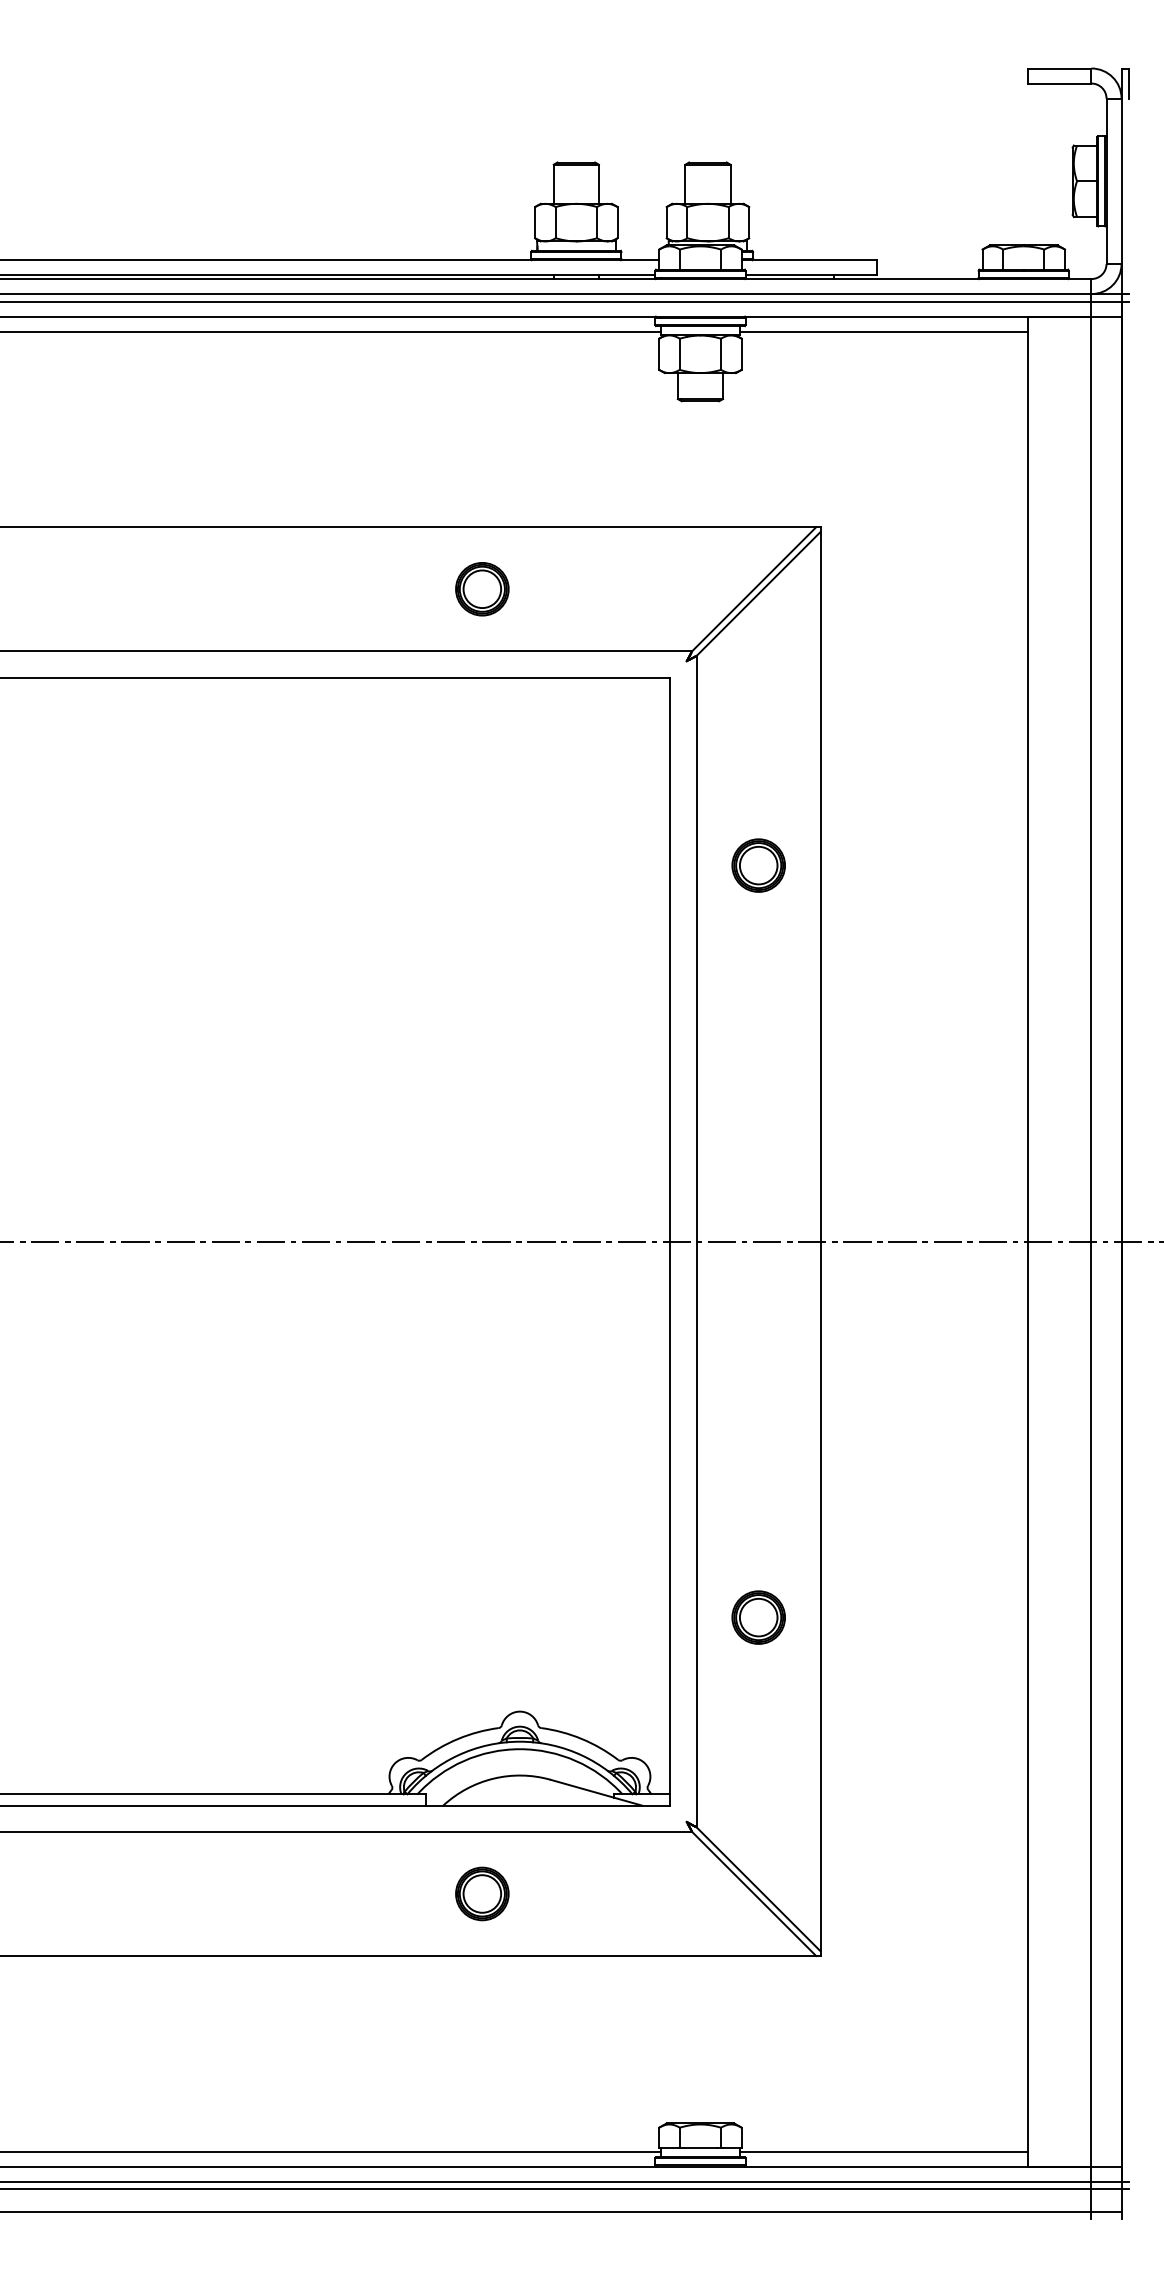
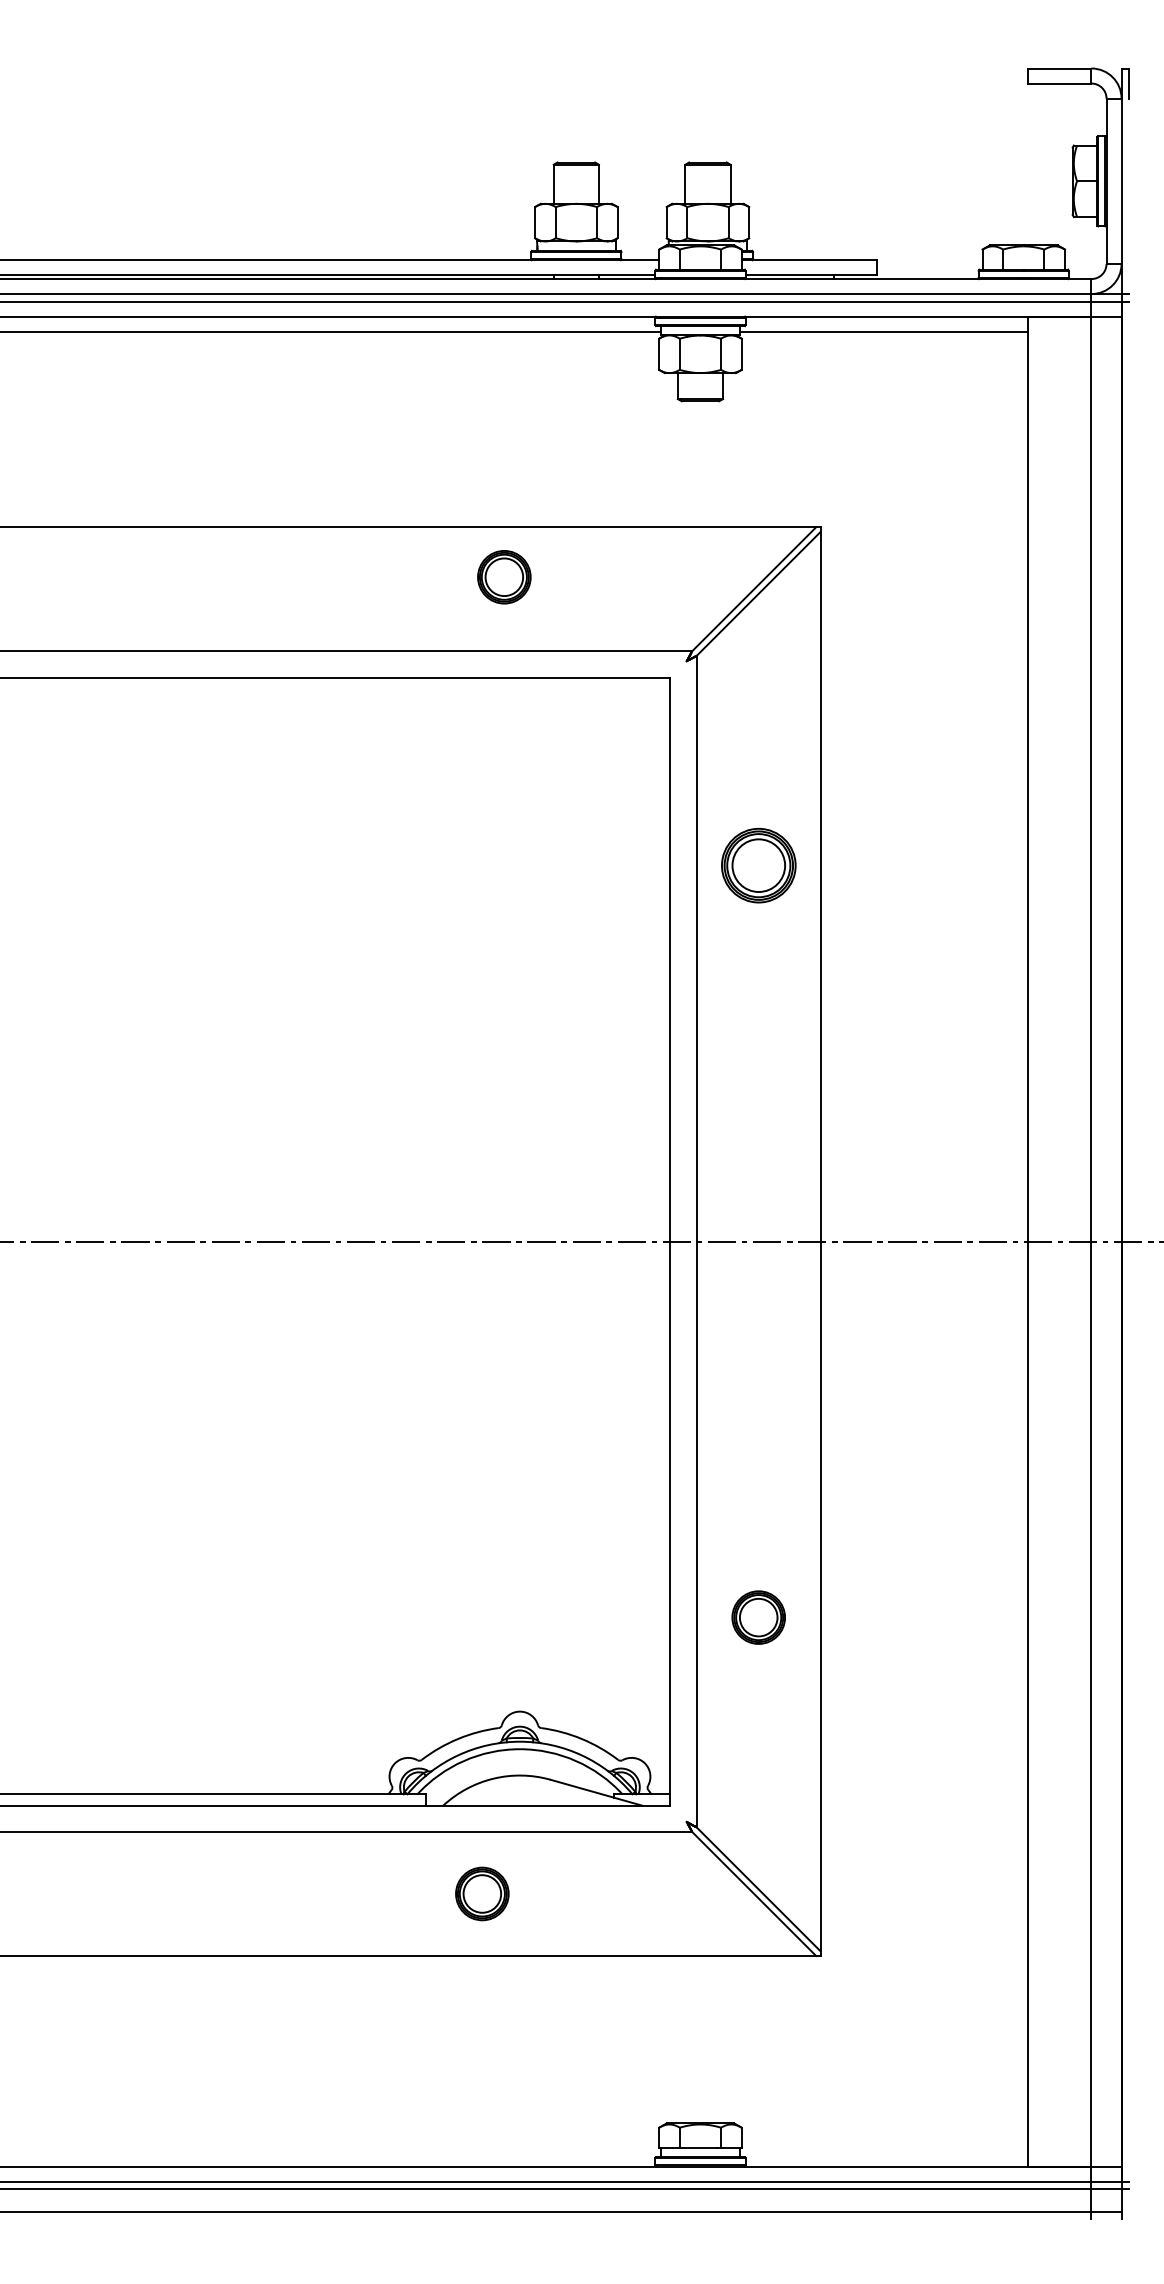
part at (482, 589) position: (482, 589) -> (504, 577)
part at (758, 865) size: 55x55 px -> 76x77 px
line at (331, 2151): present -> none
line at (883, 2151): present -> none
